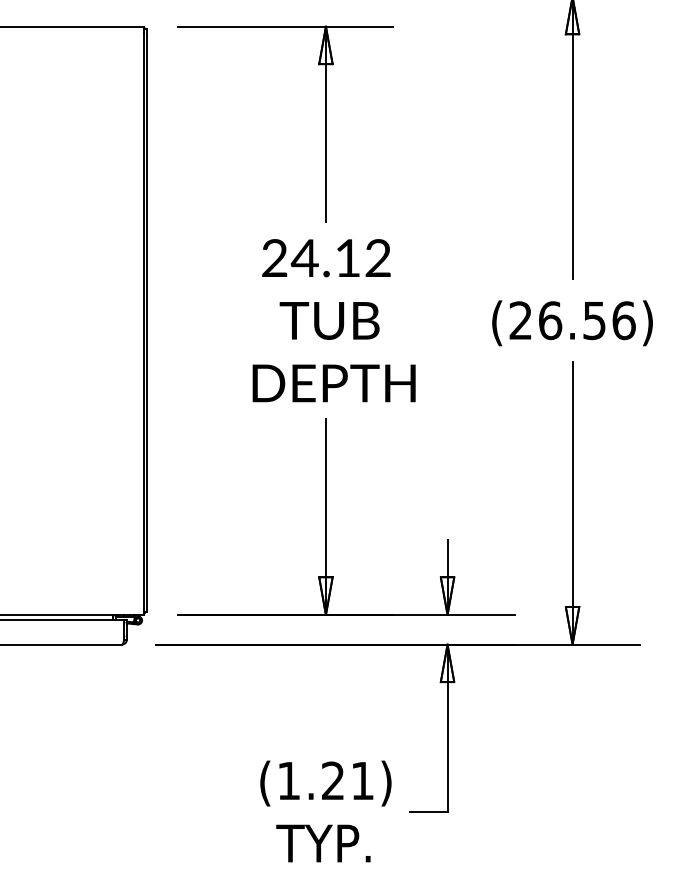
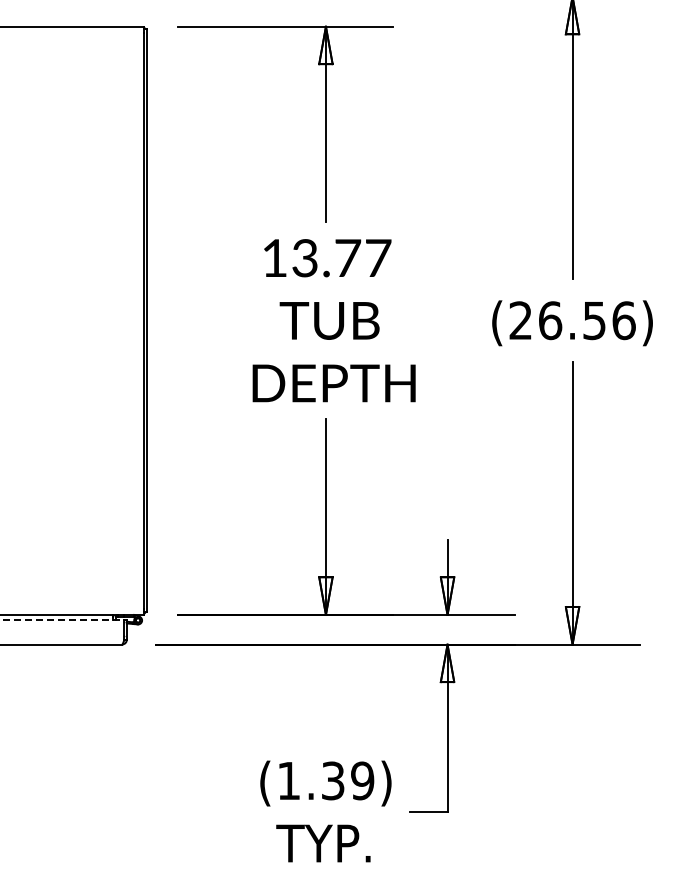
text at (326, 258): 24.12 -> 13.77
line at (62, 620): solid -> dashed
text at (348, 780): (1.21) -> (1.39)
